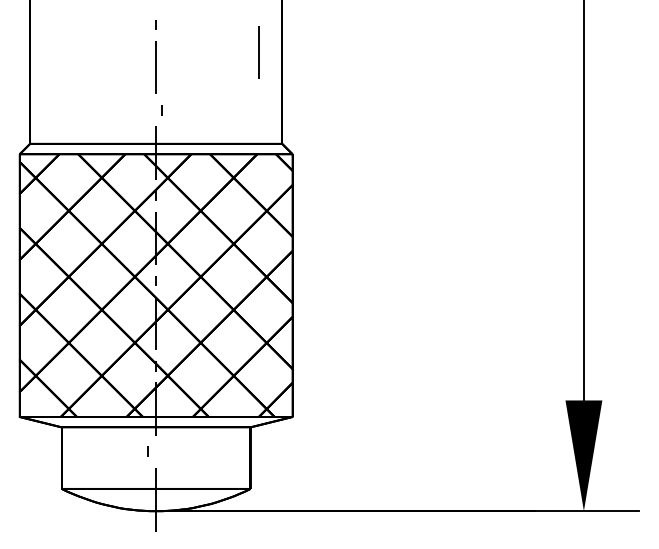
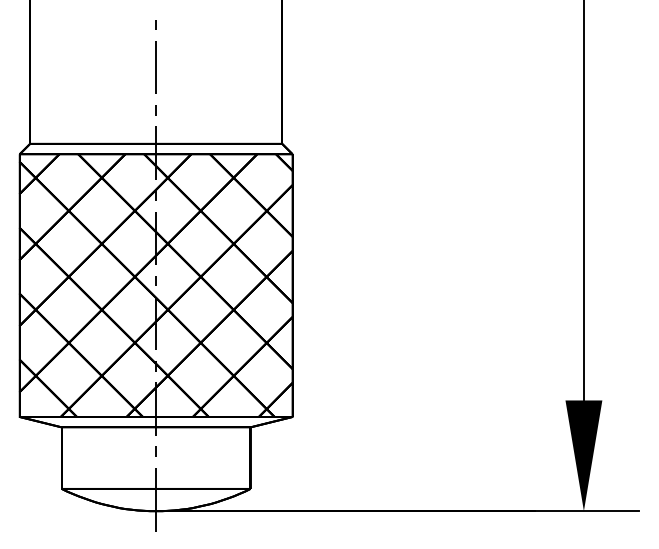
line at (258, 52): present -> none
line at (161, 110) position: (161, 110) -> (155, 110)
line at (147, 451) position: (147, 451) -> (155, 451)
